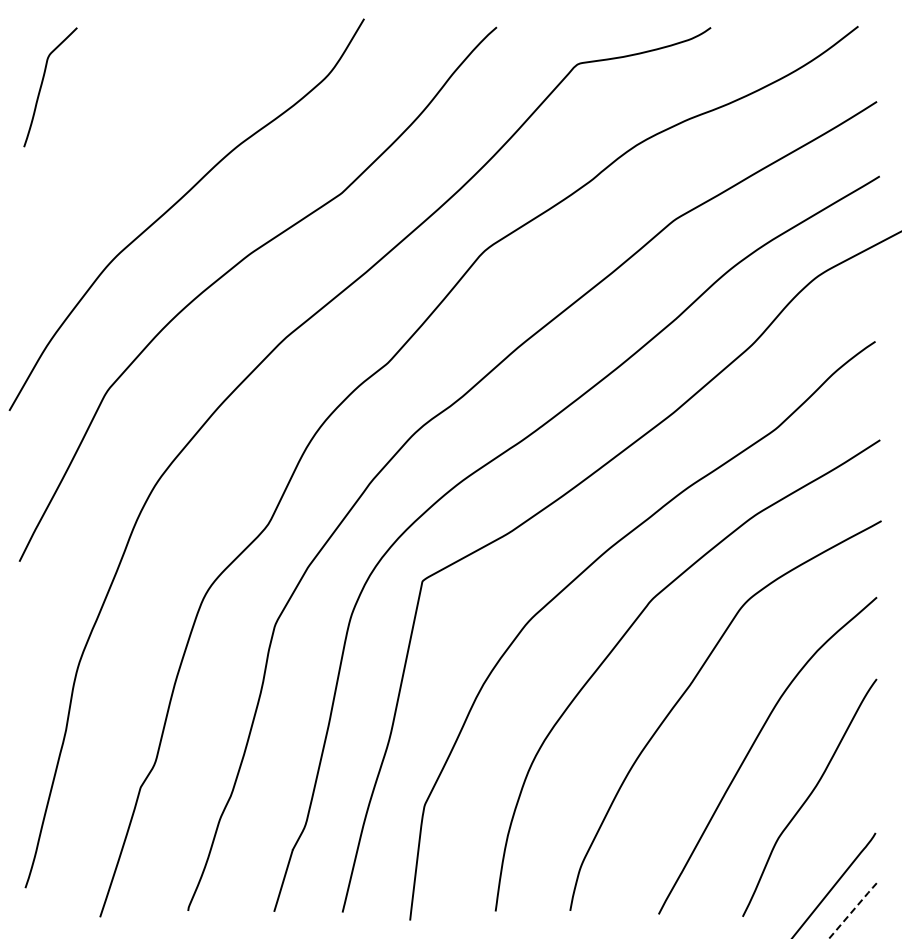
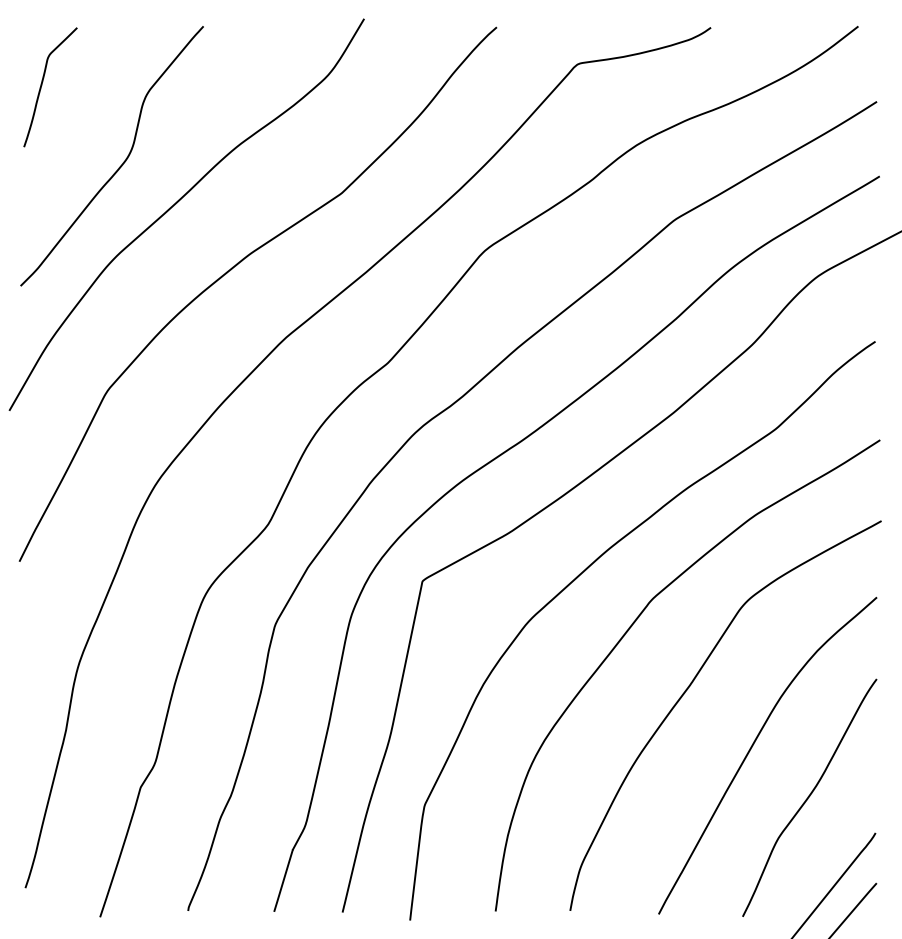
curve at (120, 165): none -> present
line at (853, 909): dashed -> solid
